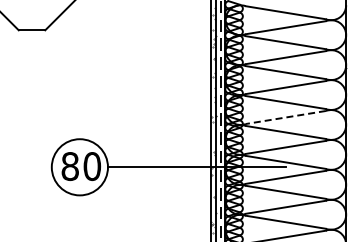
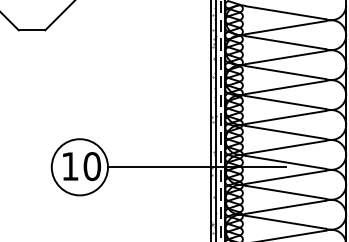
line at (285, 117): dashed -> solid
text at (69, 166): 80 -> 10
